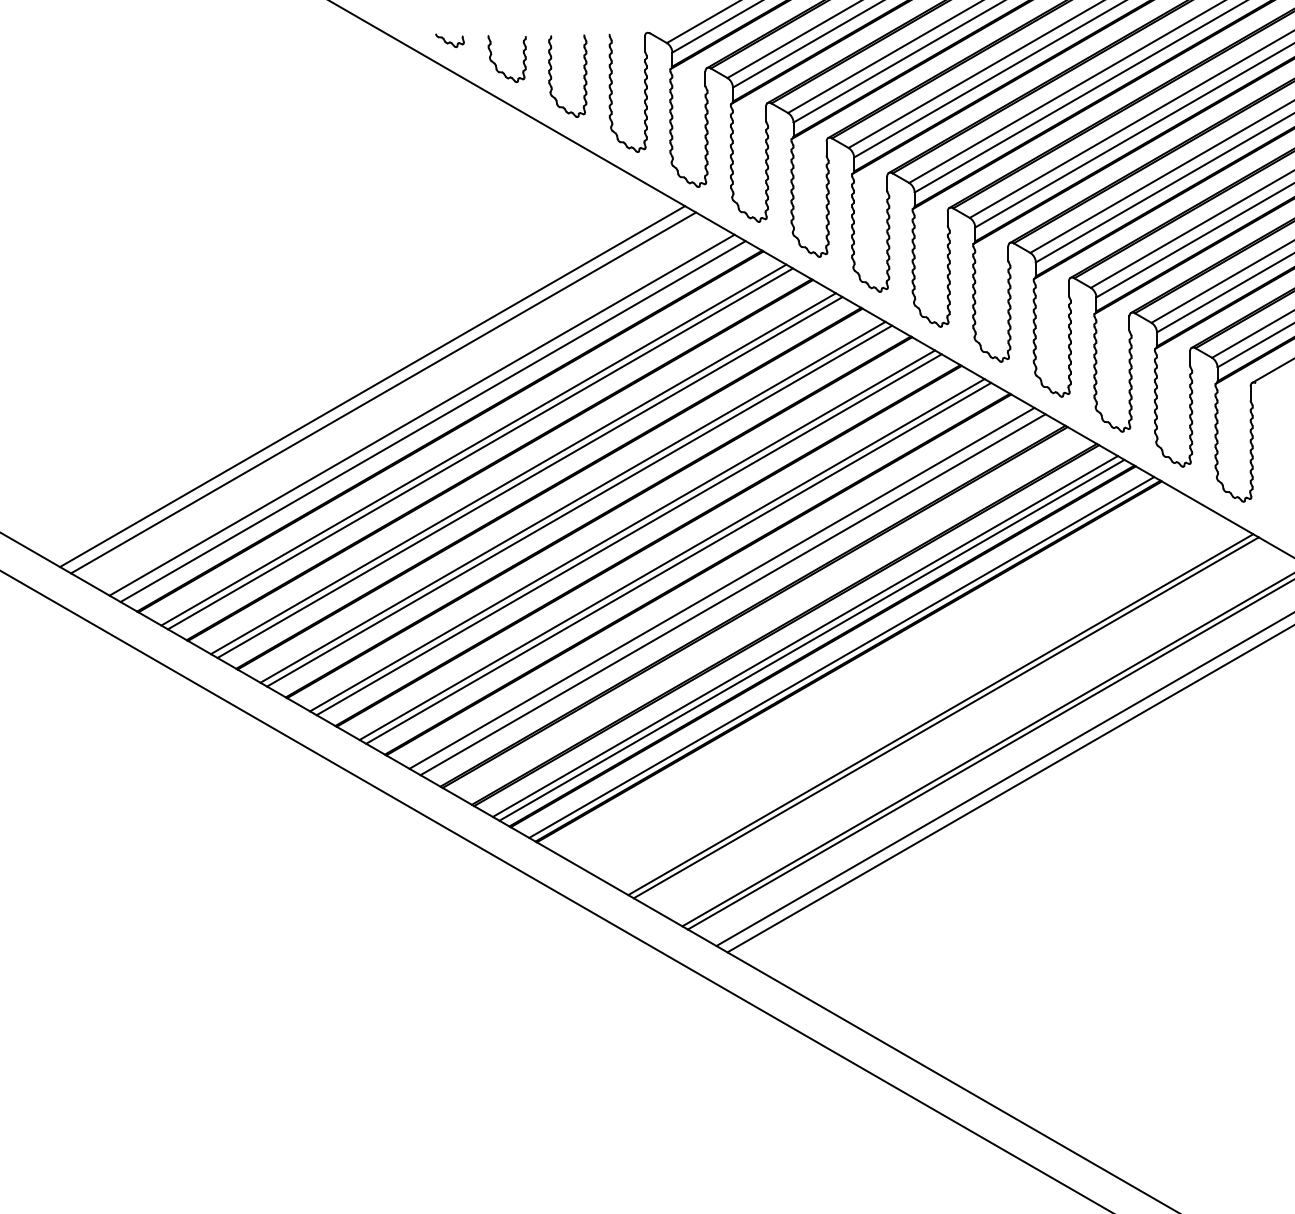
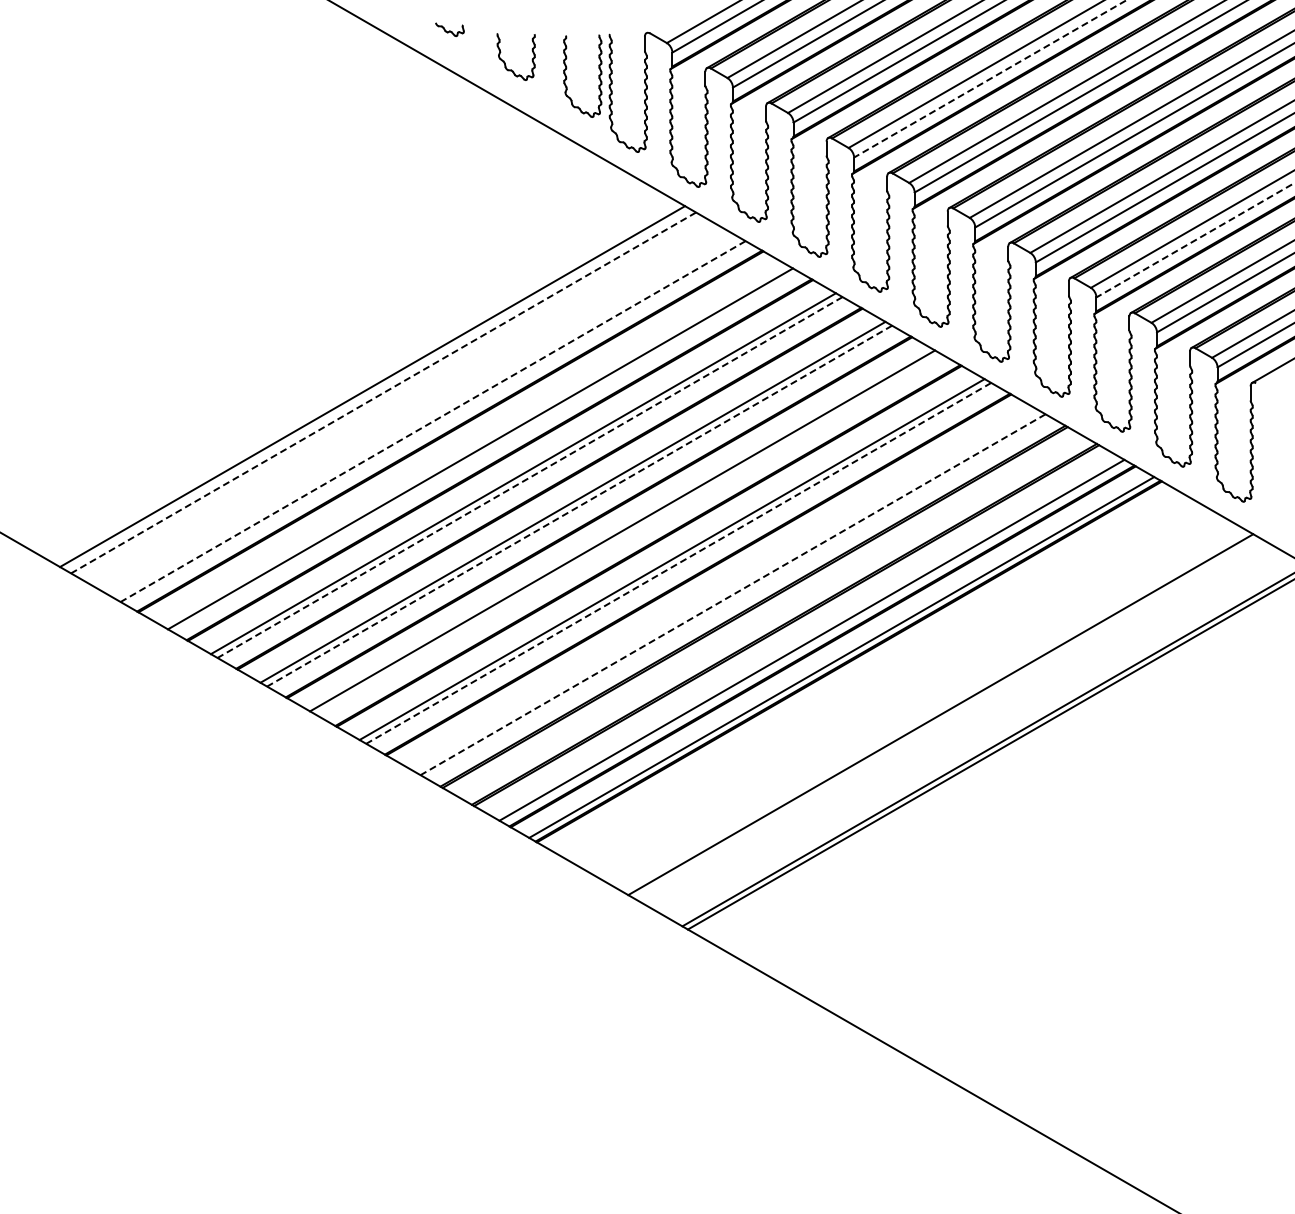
part at (449, 40) position: (449, 40) -> (449, 29)
part at (496, 64) position: (496, 64) -> (505, 62)
part at (552, 77) position: (552, 77) -> (567, 77)
line at (990, 79): solid -> dashed
line at (1195, 240): solid -> dashed
line at (383, 392): solid -> dashed
line at (421, 414): present -> none
line at (433, 421): solid -> dashed
line at (473, 444): present -> none
line at (530, 477): solid -> dashed
line at (579, 506): solid -> dashed
line at (628, 534): present -> none
line at (678, 563): solid -> dashed
line at (721, 587): present -> none
line at (733, 594): solid -> dashed
line at (804, 636): present -> none
line at (945, 717): present -> none
line at (1003, 780): present -> none
line at (1009, 789): present -> none
line at (555, 890): present -> none
